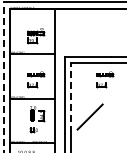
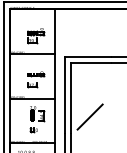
line at (3, 77): dashed -> solid
part at (105, 79): present -> none
line at (70, 97): dashed -> solid
